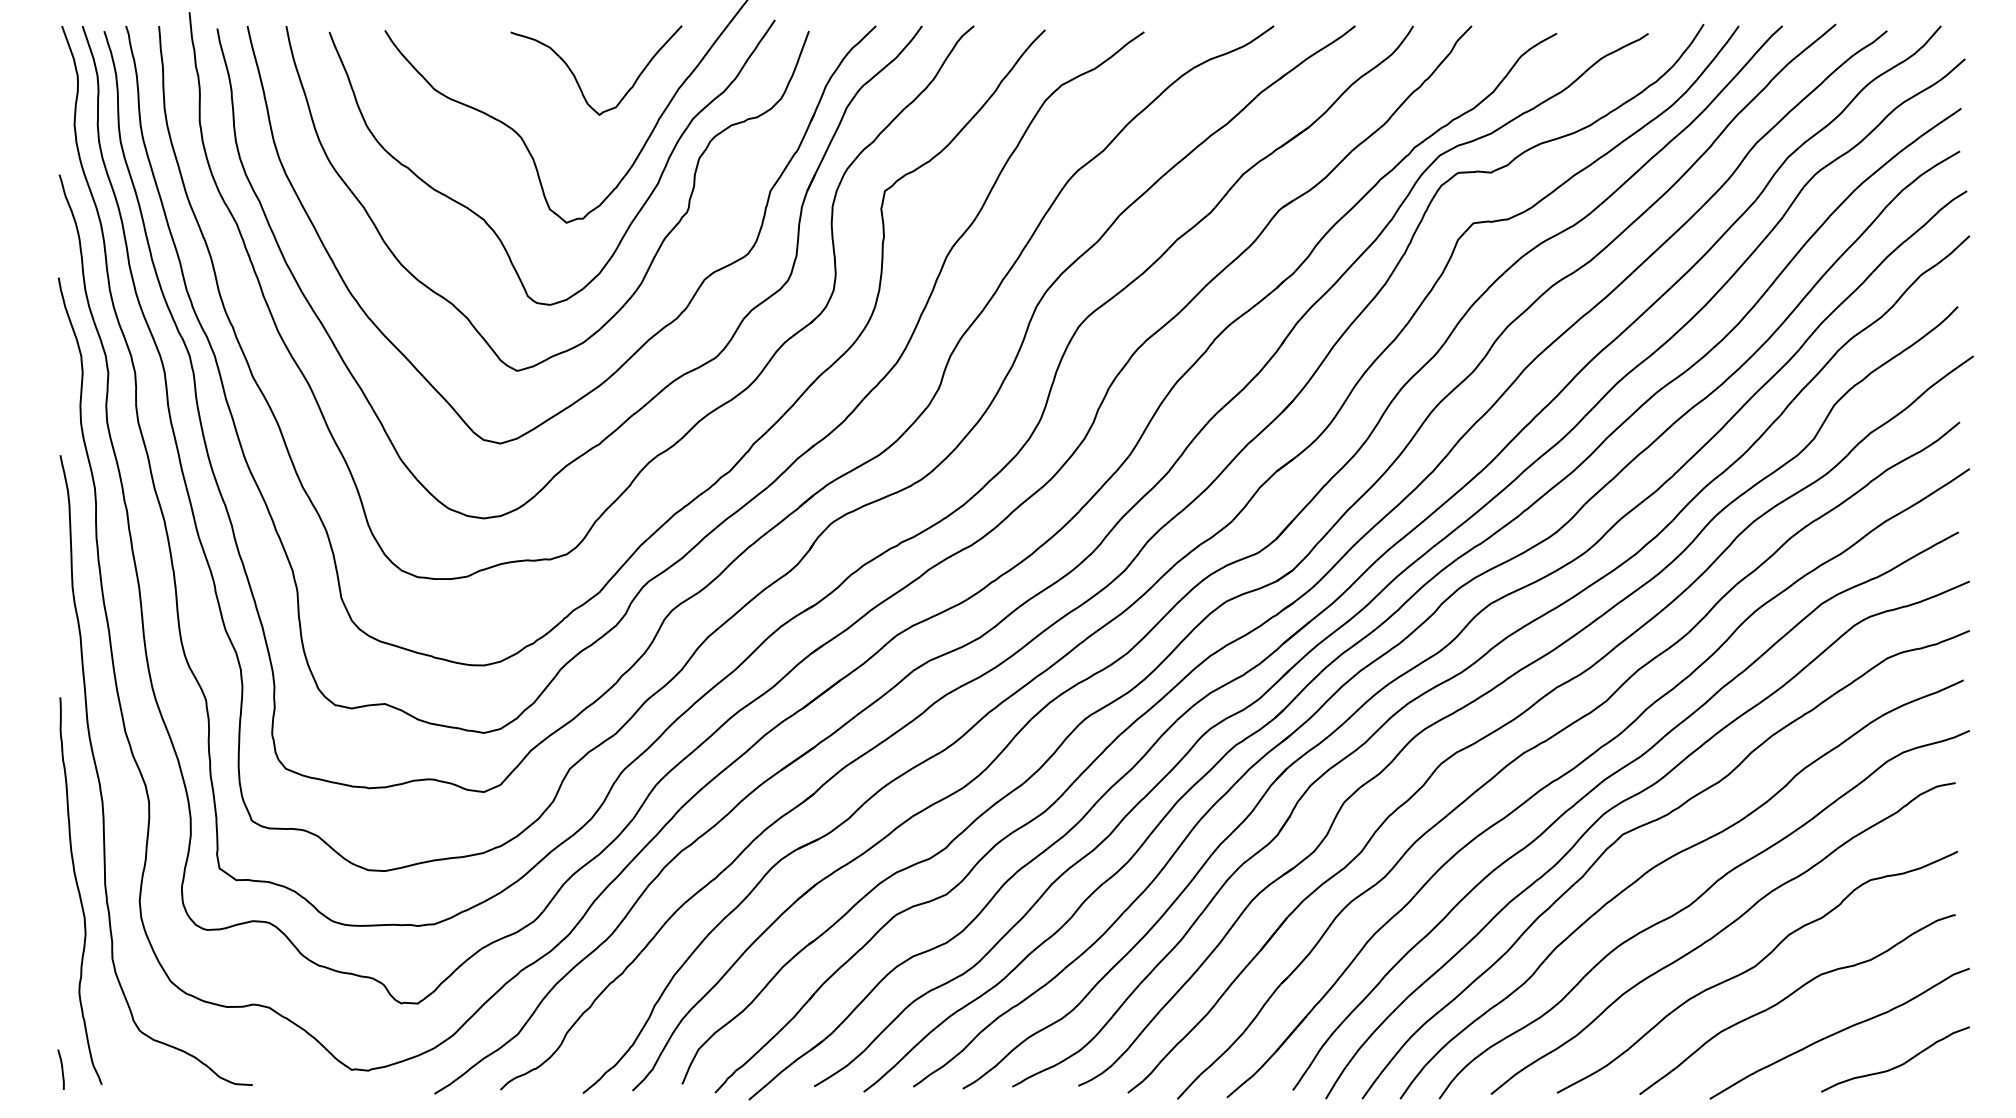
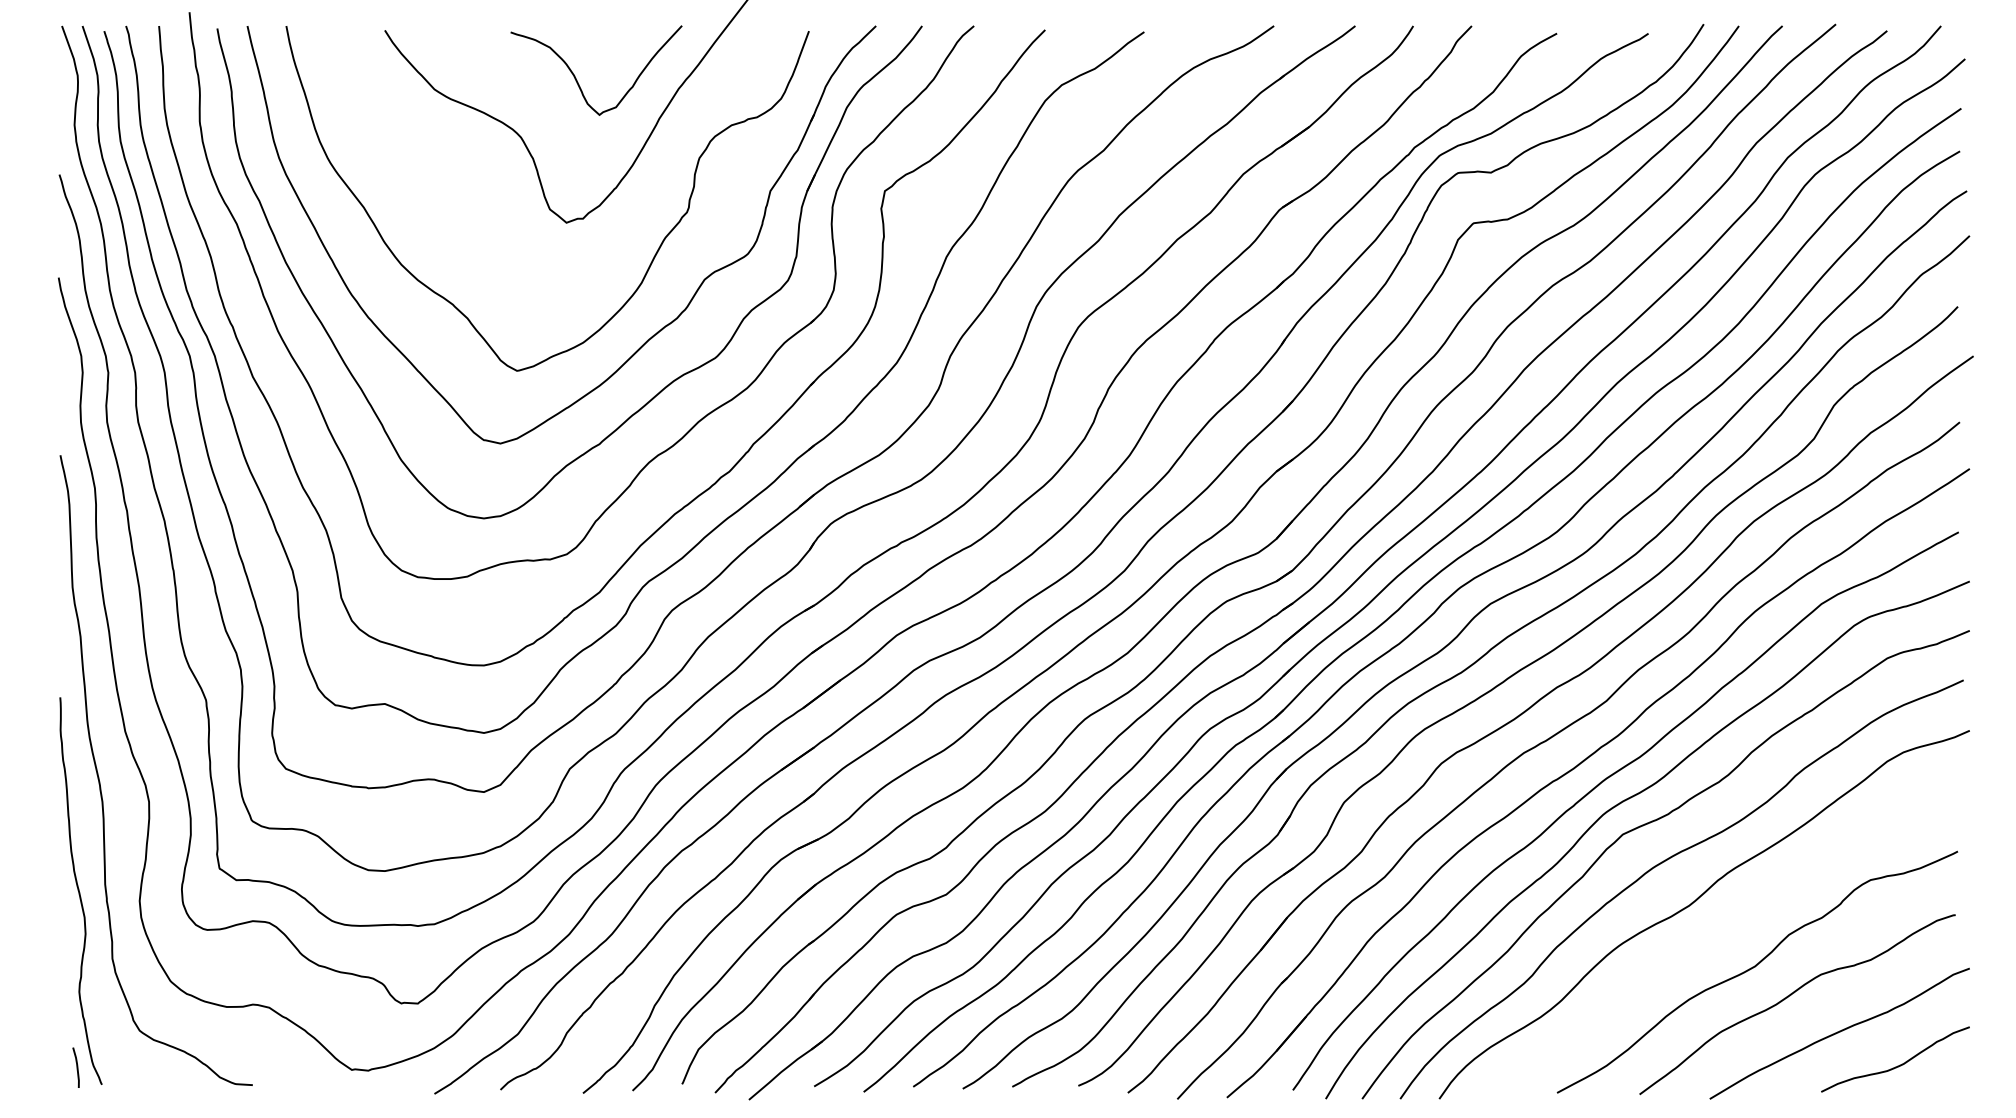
curve at (488, 223): present -> none
curve at (1718, 934): present -> none
line at (61, 1069) position: (61, 1069) -> (76, 1067)
